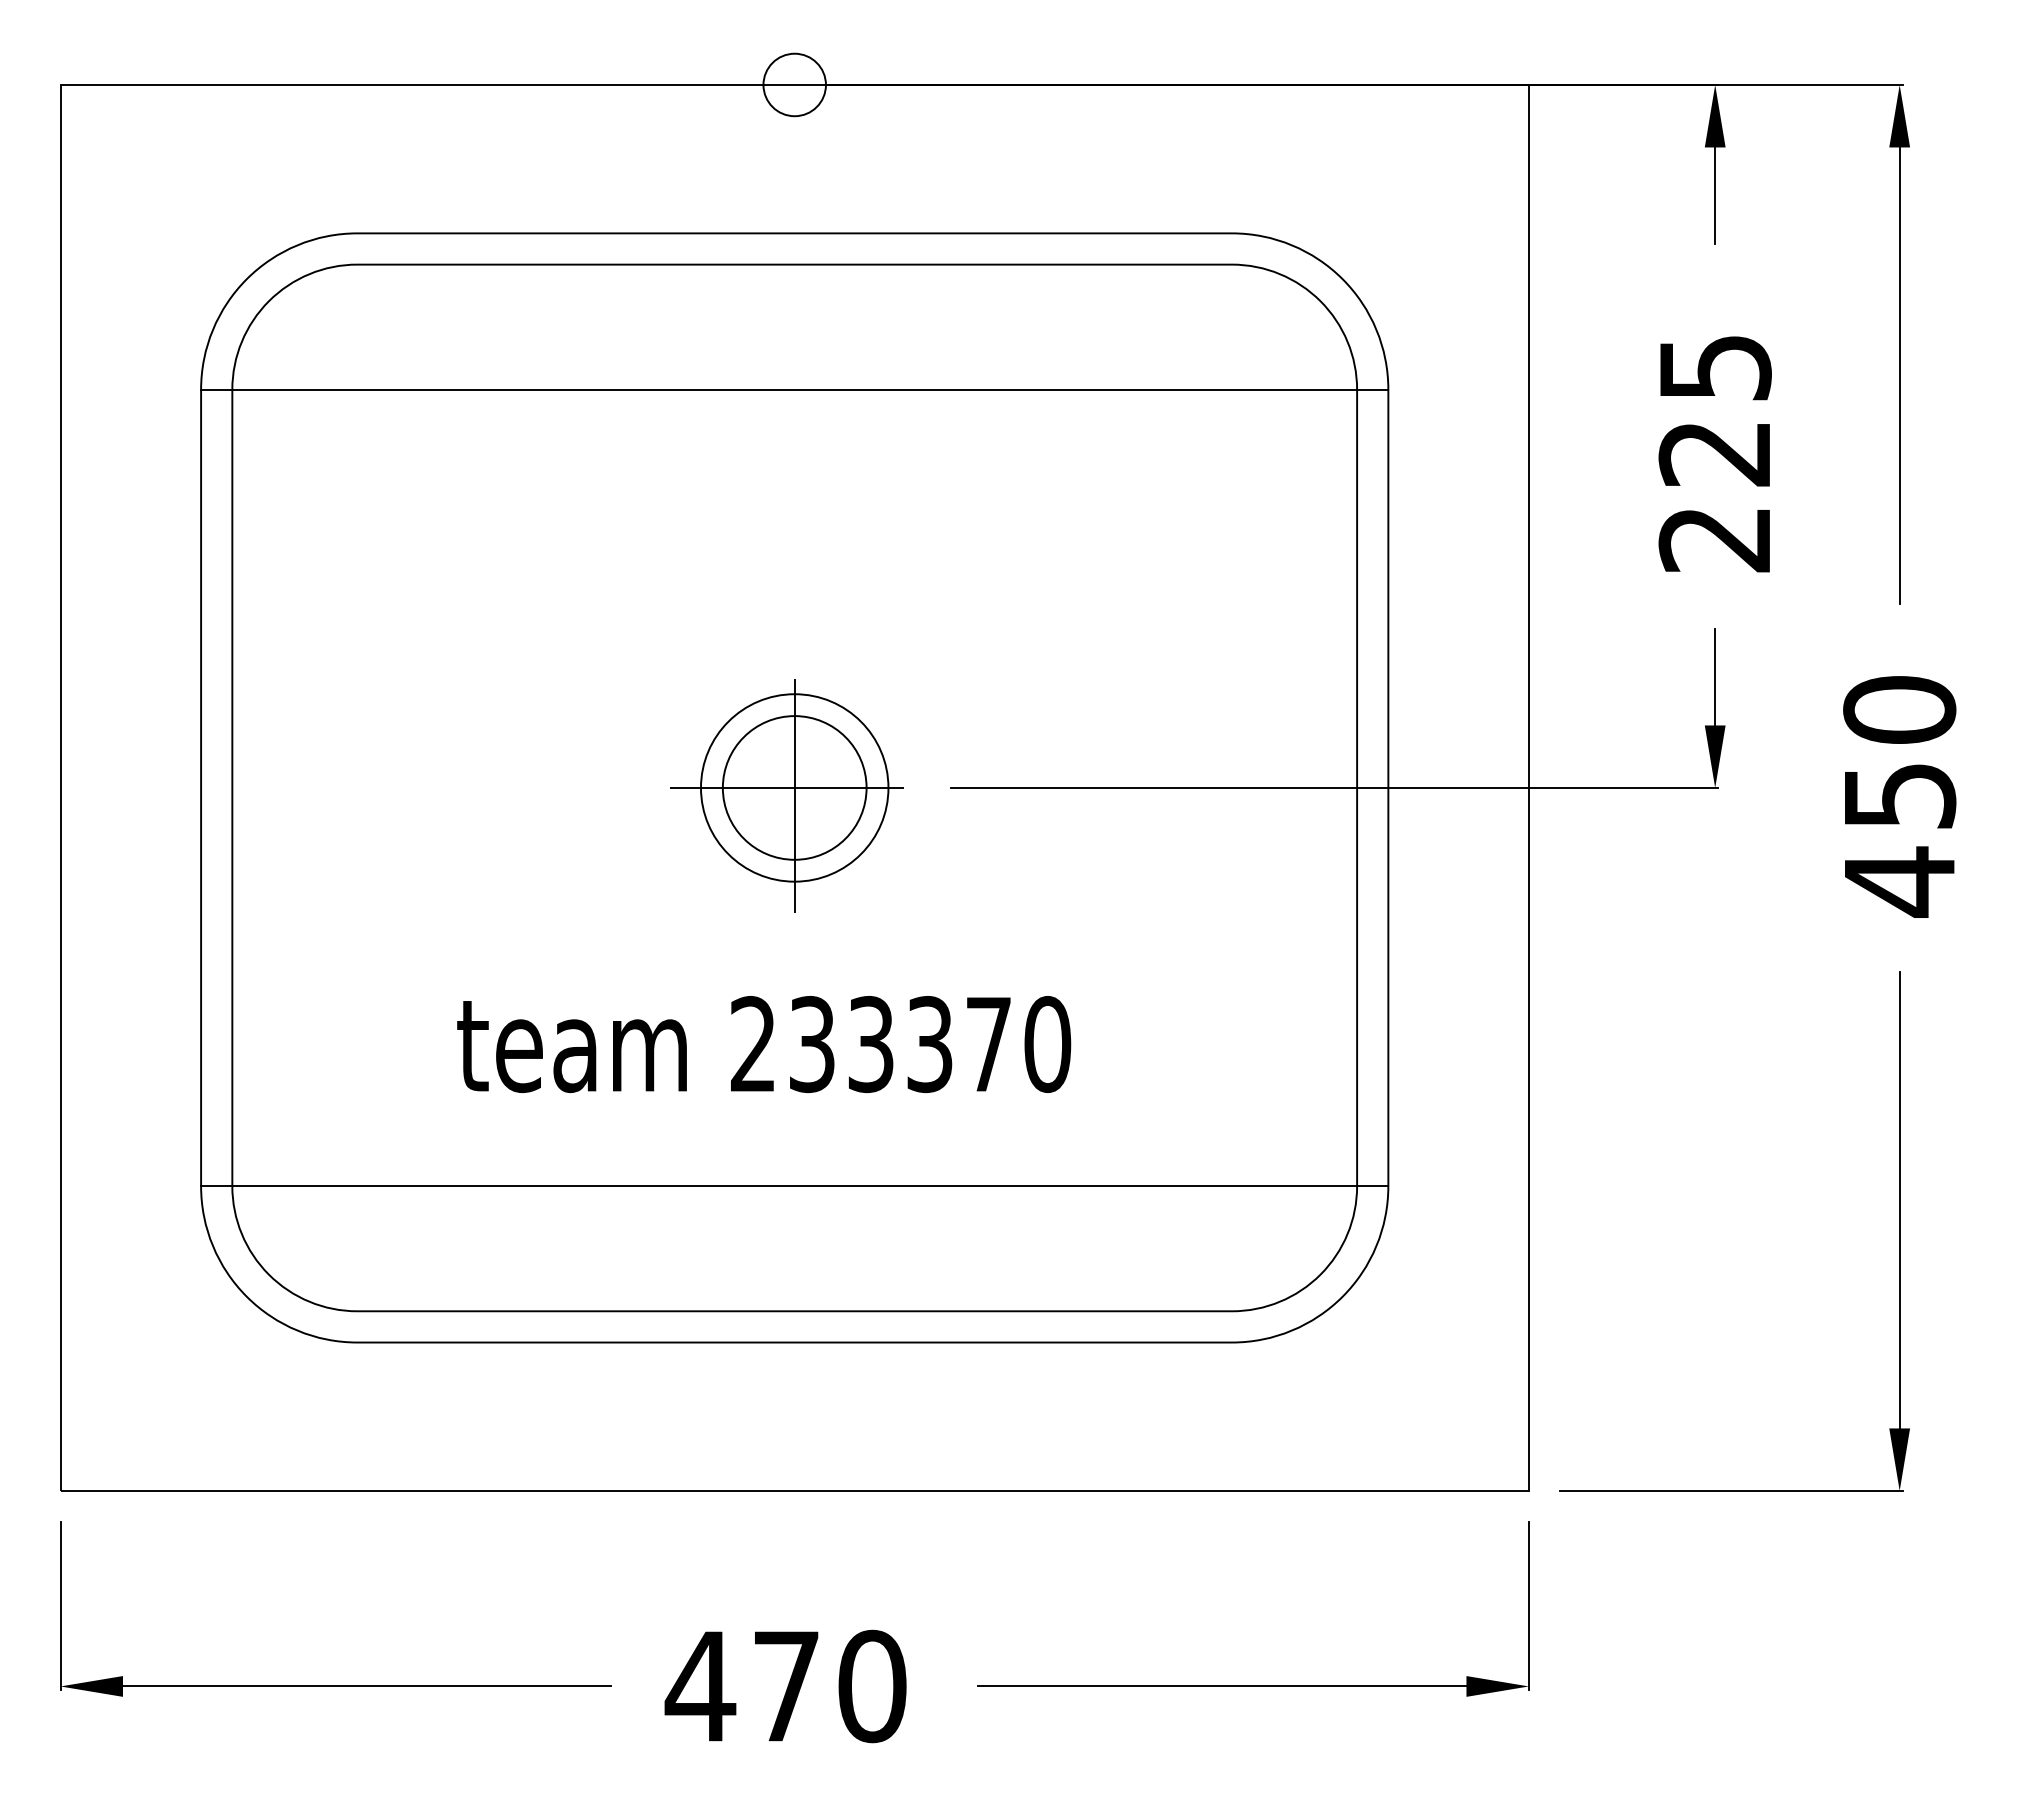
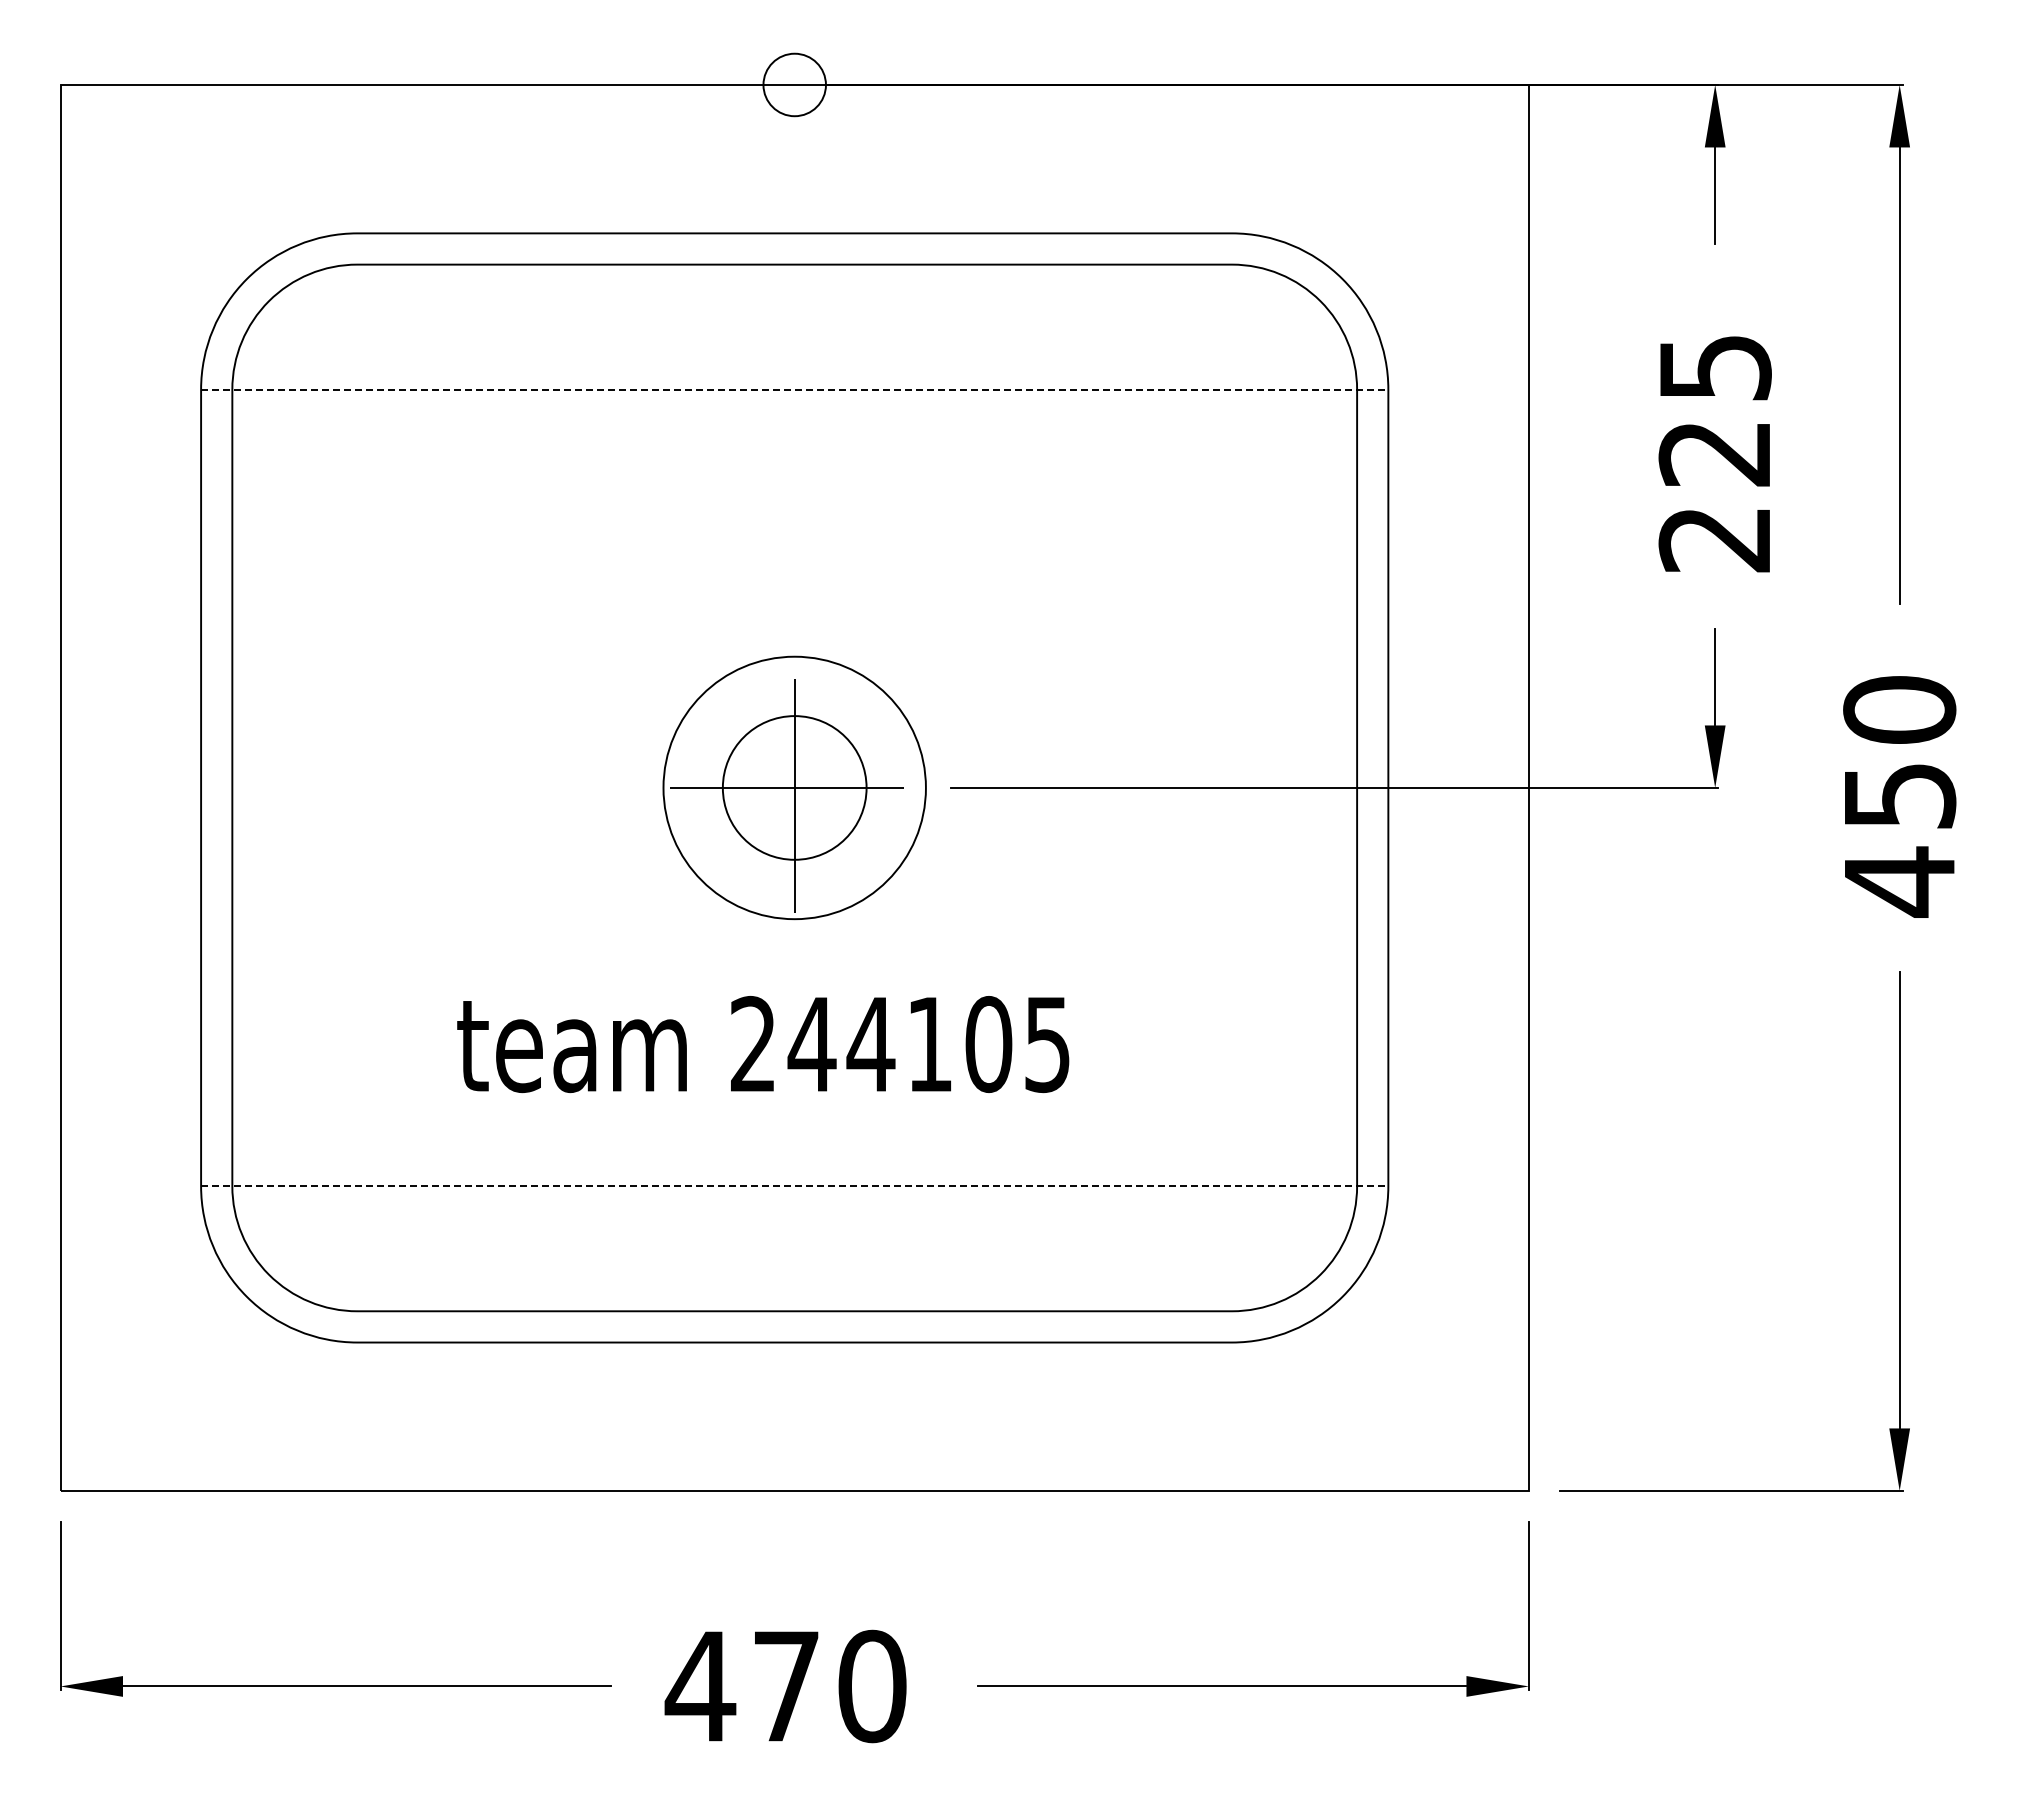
line at (794, 389): solid -> dashed
circle at (794, 787) diameter: 187 px -> 262 px
text at (929, 1044): 233370 -> 244105
line at (794, 1186): solid -> dashed
